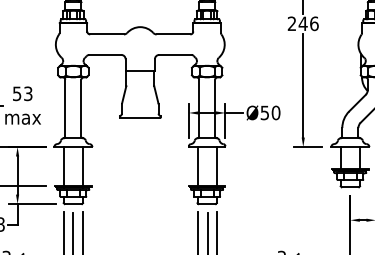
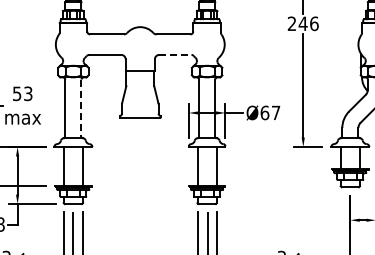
line at (175, 54): solid -> dashed
line at (81, 108): solid -> dashed
text at (270, 112): Ø50 -> Ø67
